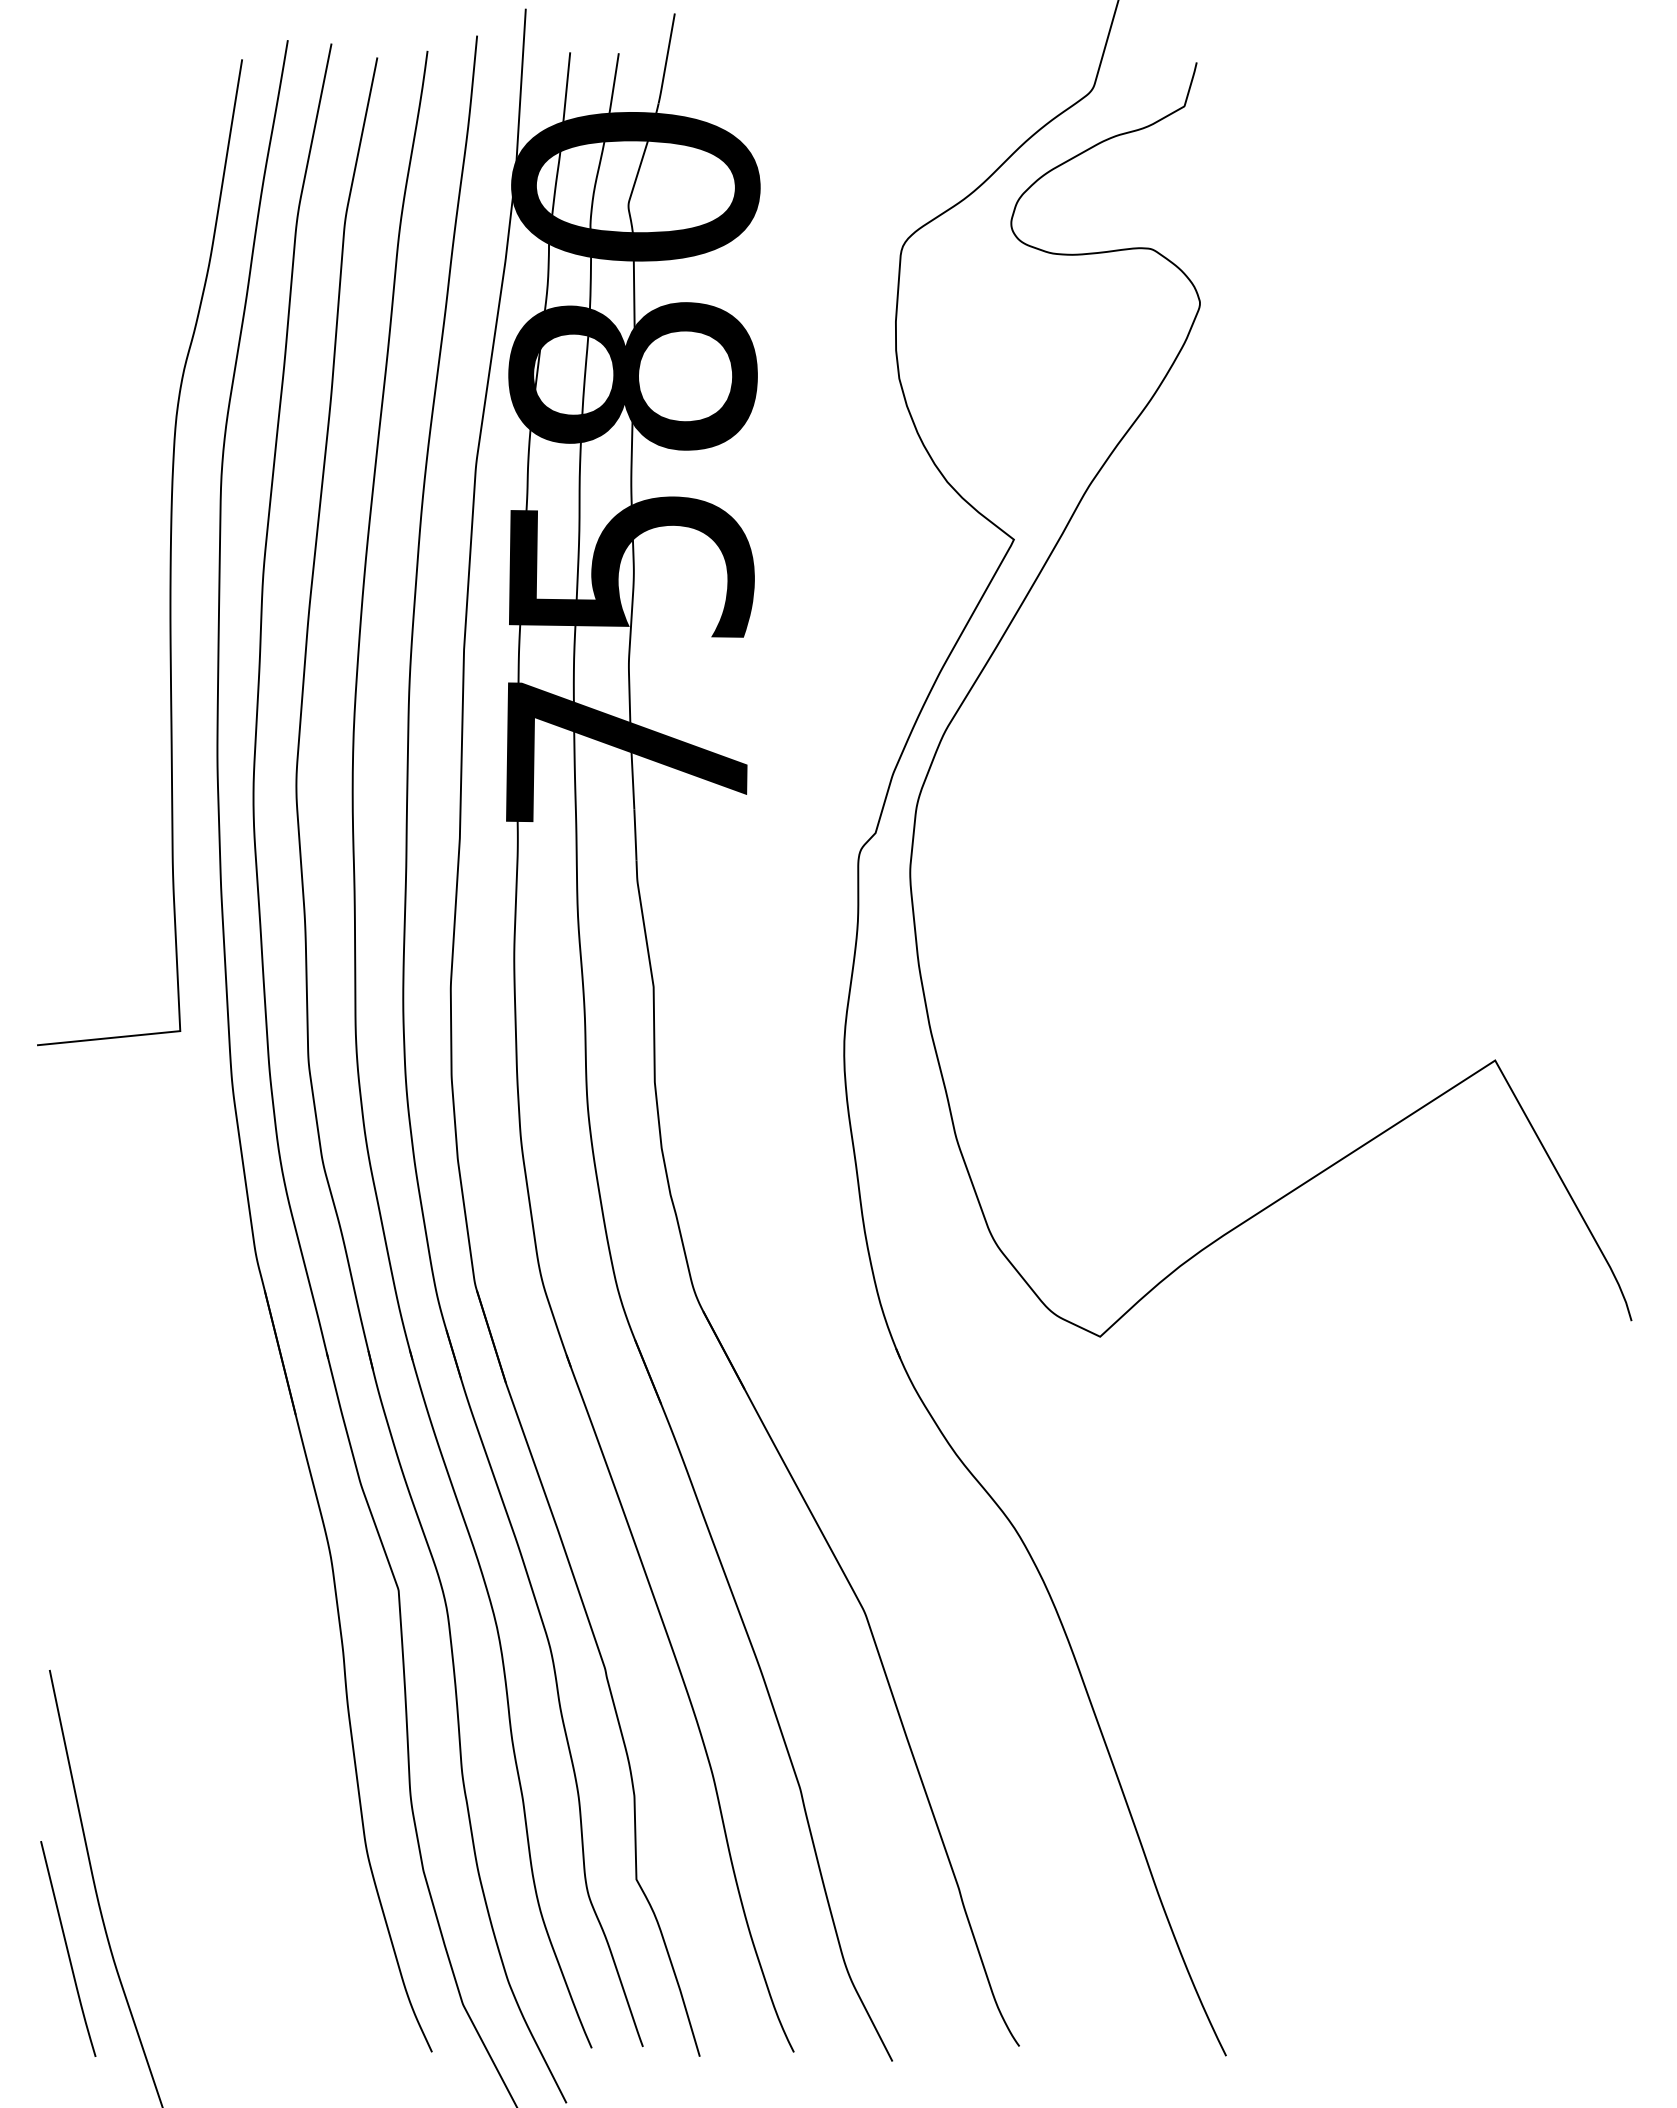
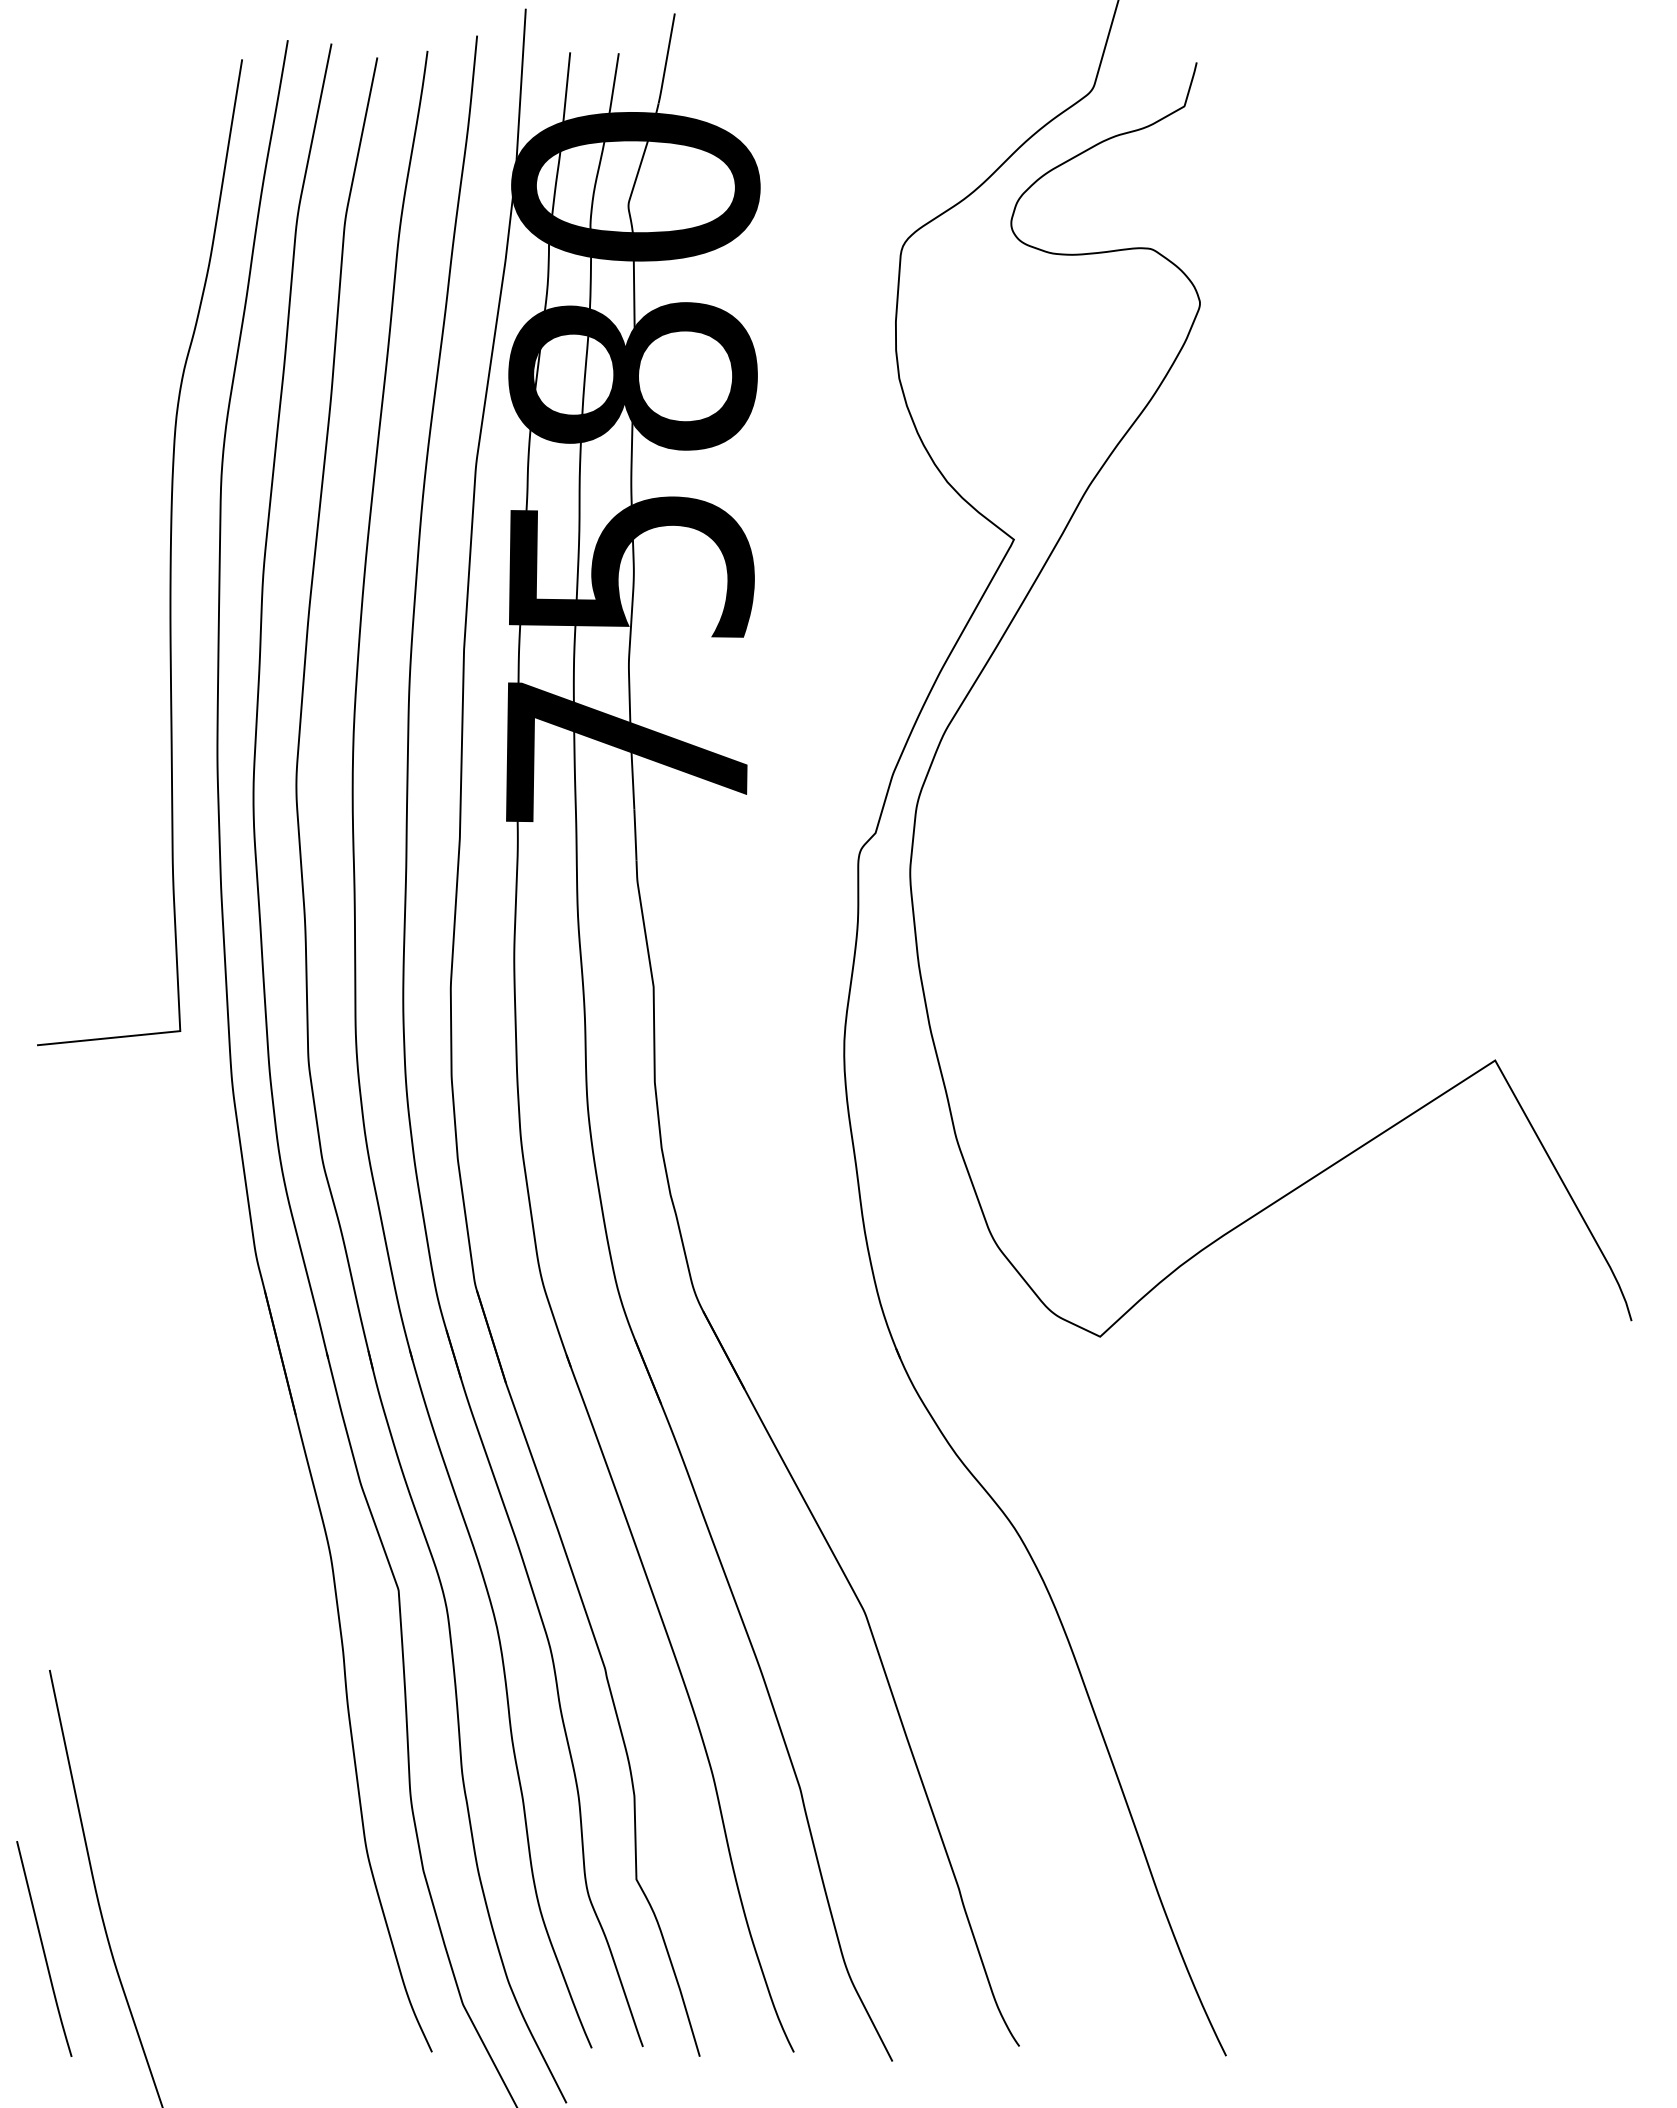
curve at (68, 1948) position: (68, 1948) -> (44, 1948)
